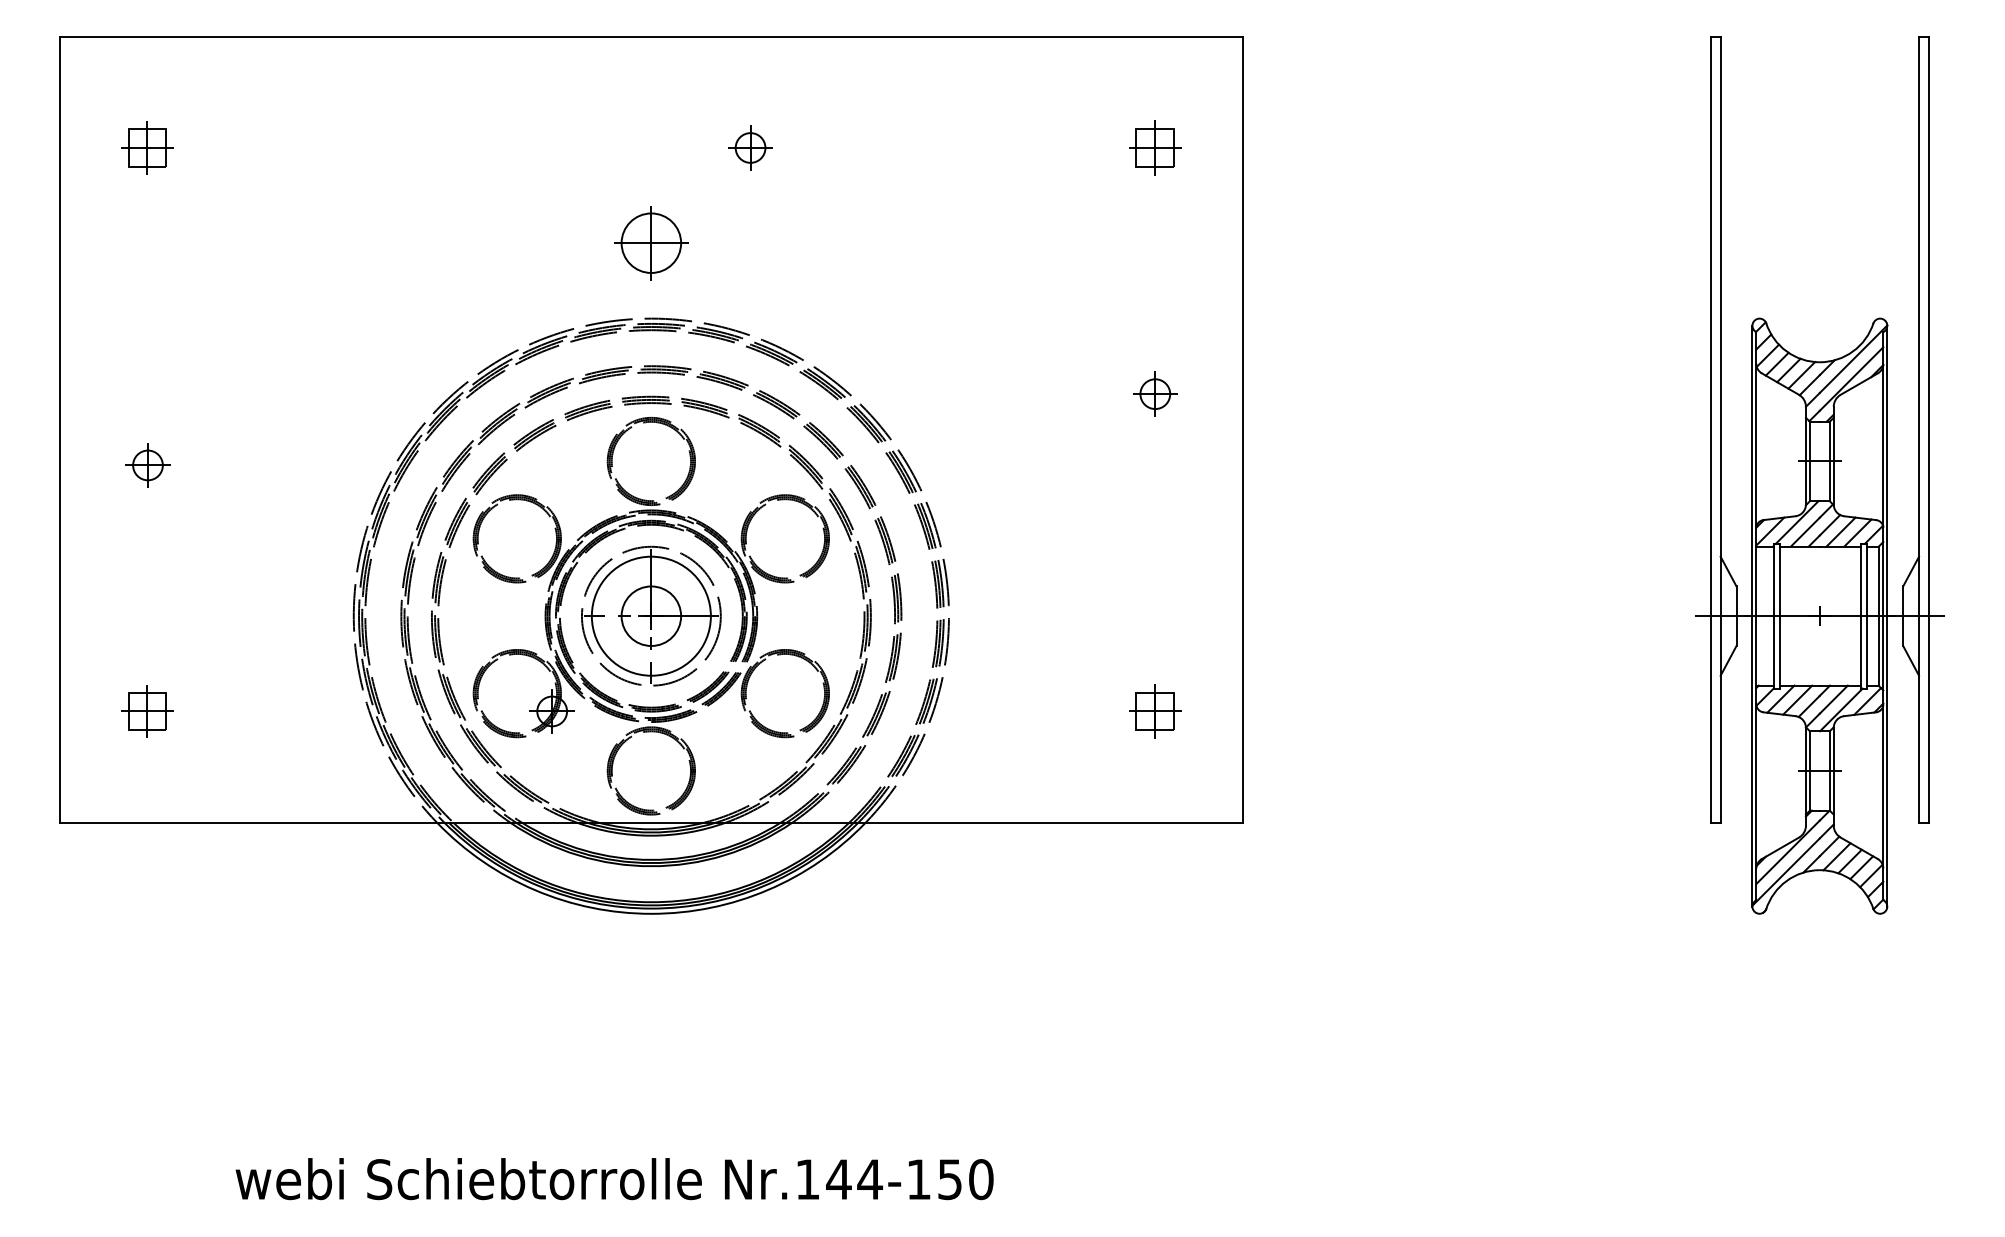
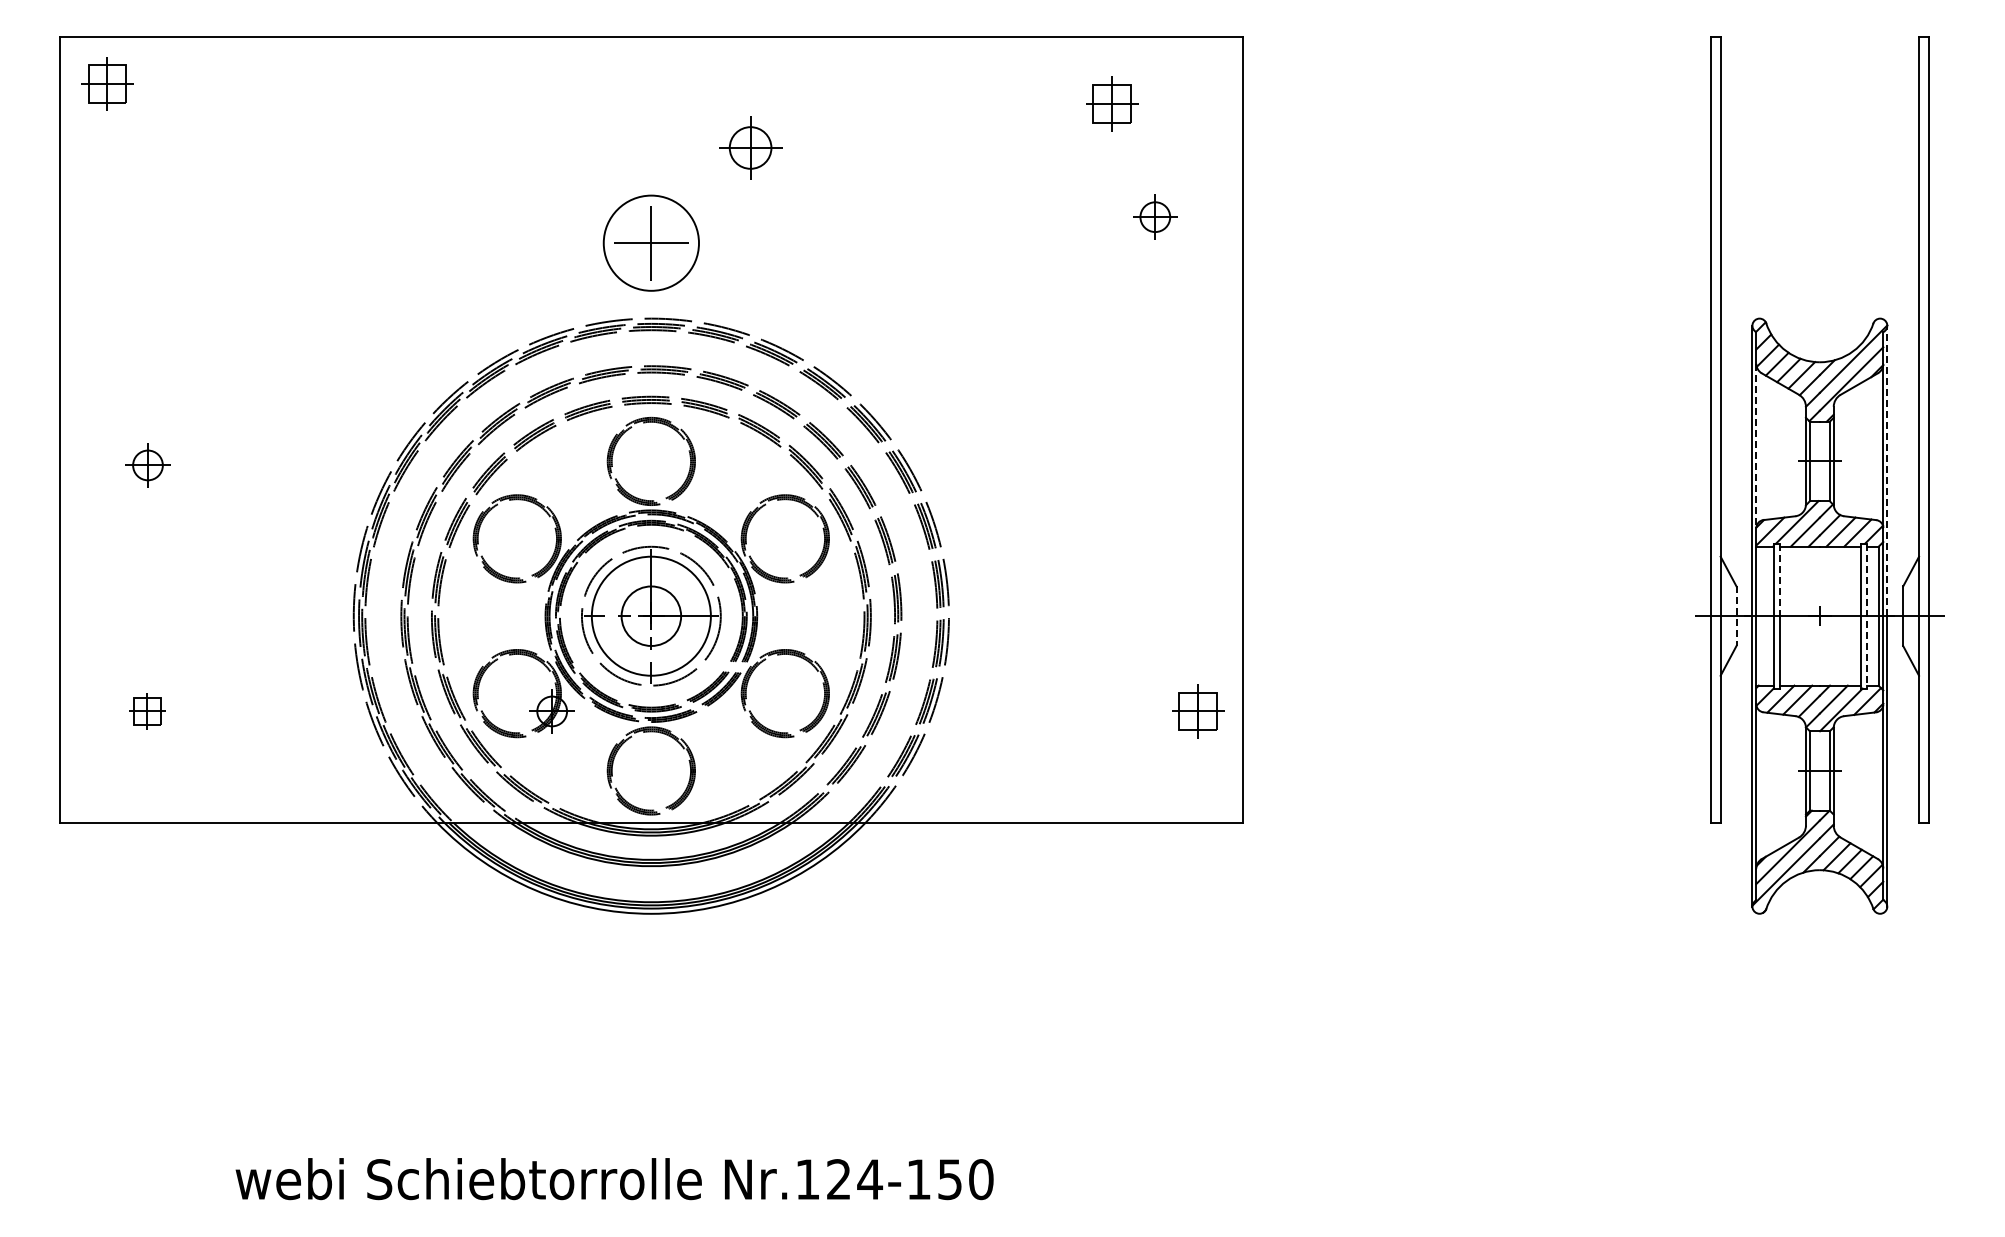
part at (147, 147) position: (147, 147) -> (107, 83)
part at (750, 147) size: 45x46 px -> 64x64 px
part at (1155, 147) position: (1155, 147) -> (1112, 103)
circle at (651, 242) diameter: 60 px -> 95 px
part at (1155, 393) position: (1155, 393) -> (1155, 216)
line at (1756, 446): solid -> dashed
line at (1887, 470): solid -> dashed
line at (1780, 580): solid -> dashed
line at (1736, 616): solid -> dashed
line at (1867, 616): solid -> dashed
part at (147, 711) size: 53x53 px -> 37x37 px
part at (1155, 711) position: (1155, 711) -> (1198, 711)
text at (838, 1179): Nr.144-150 -> Nr.124-150
